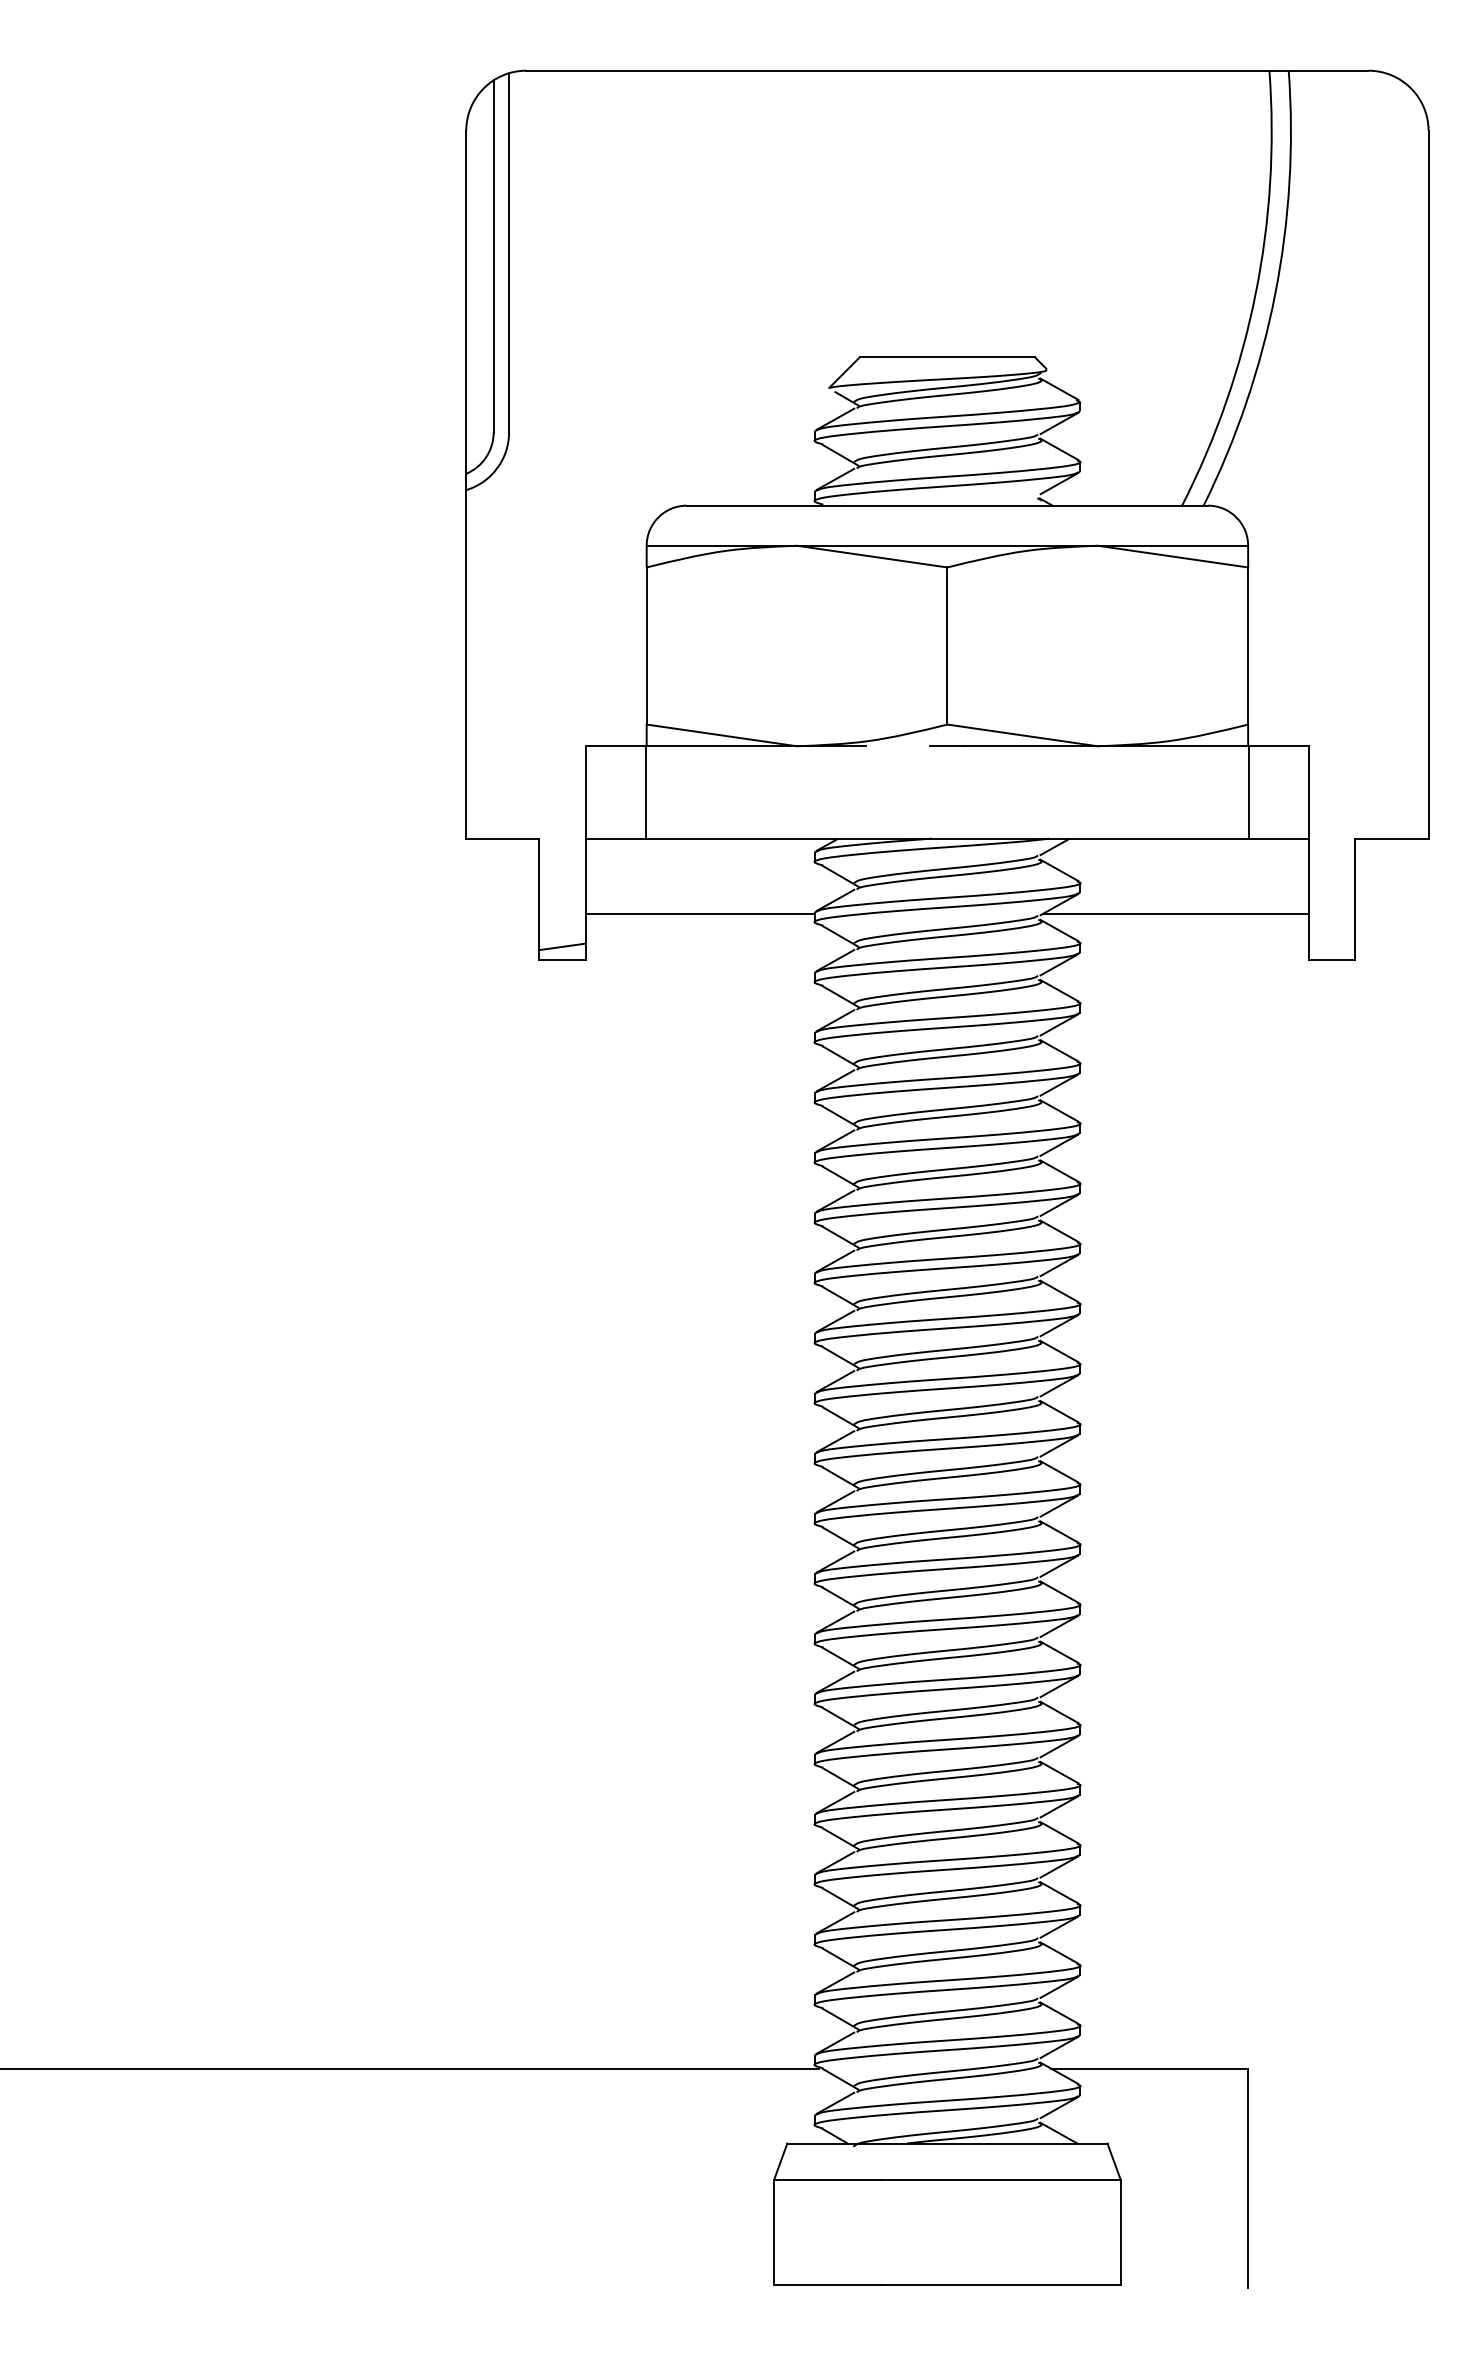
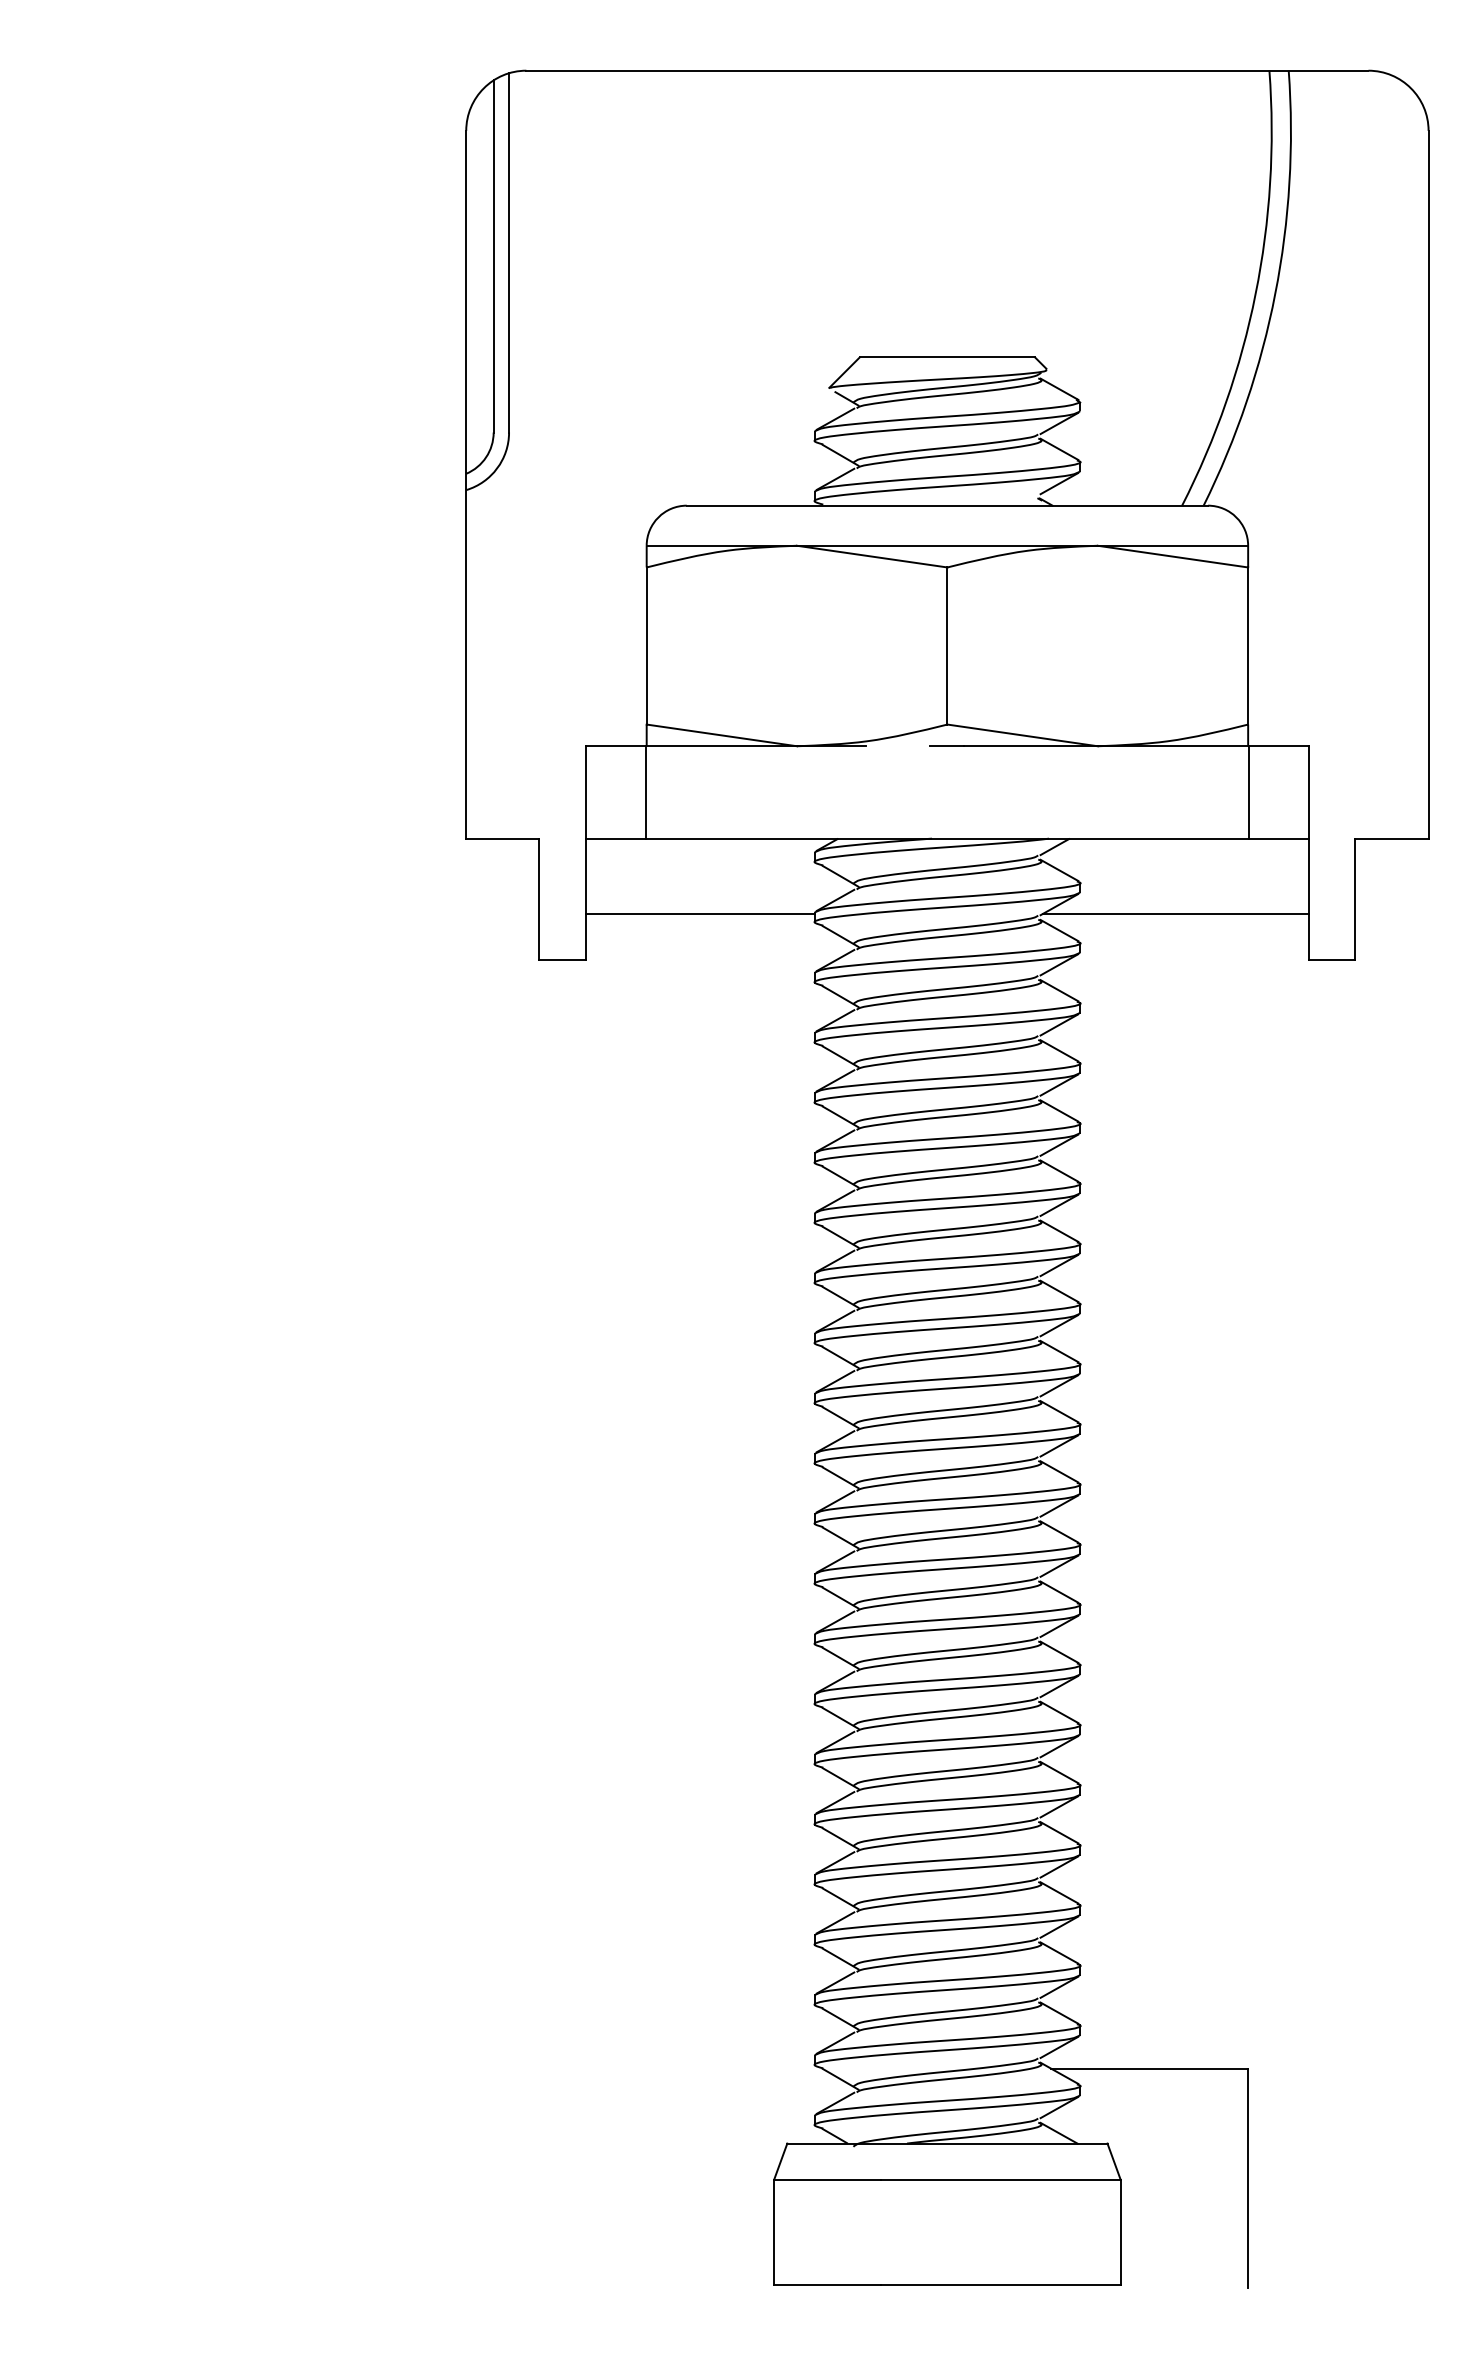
line at (562, 946): present -> none
line at (410, 2068): present -> none
